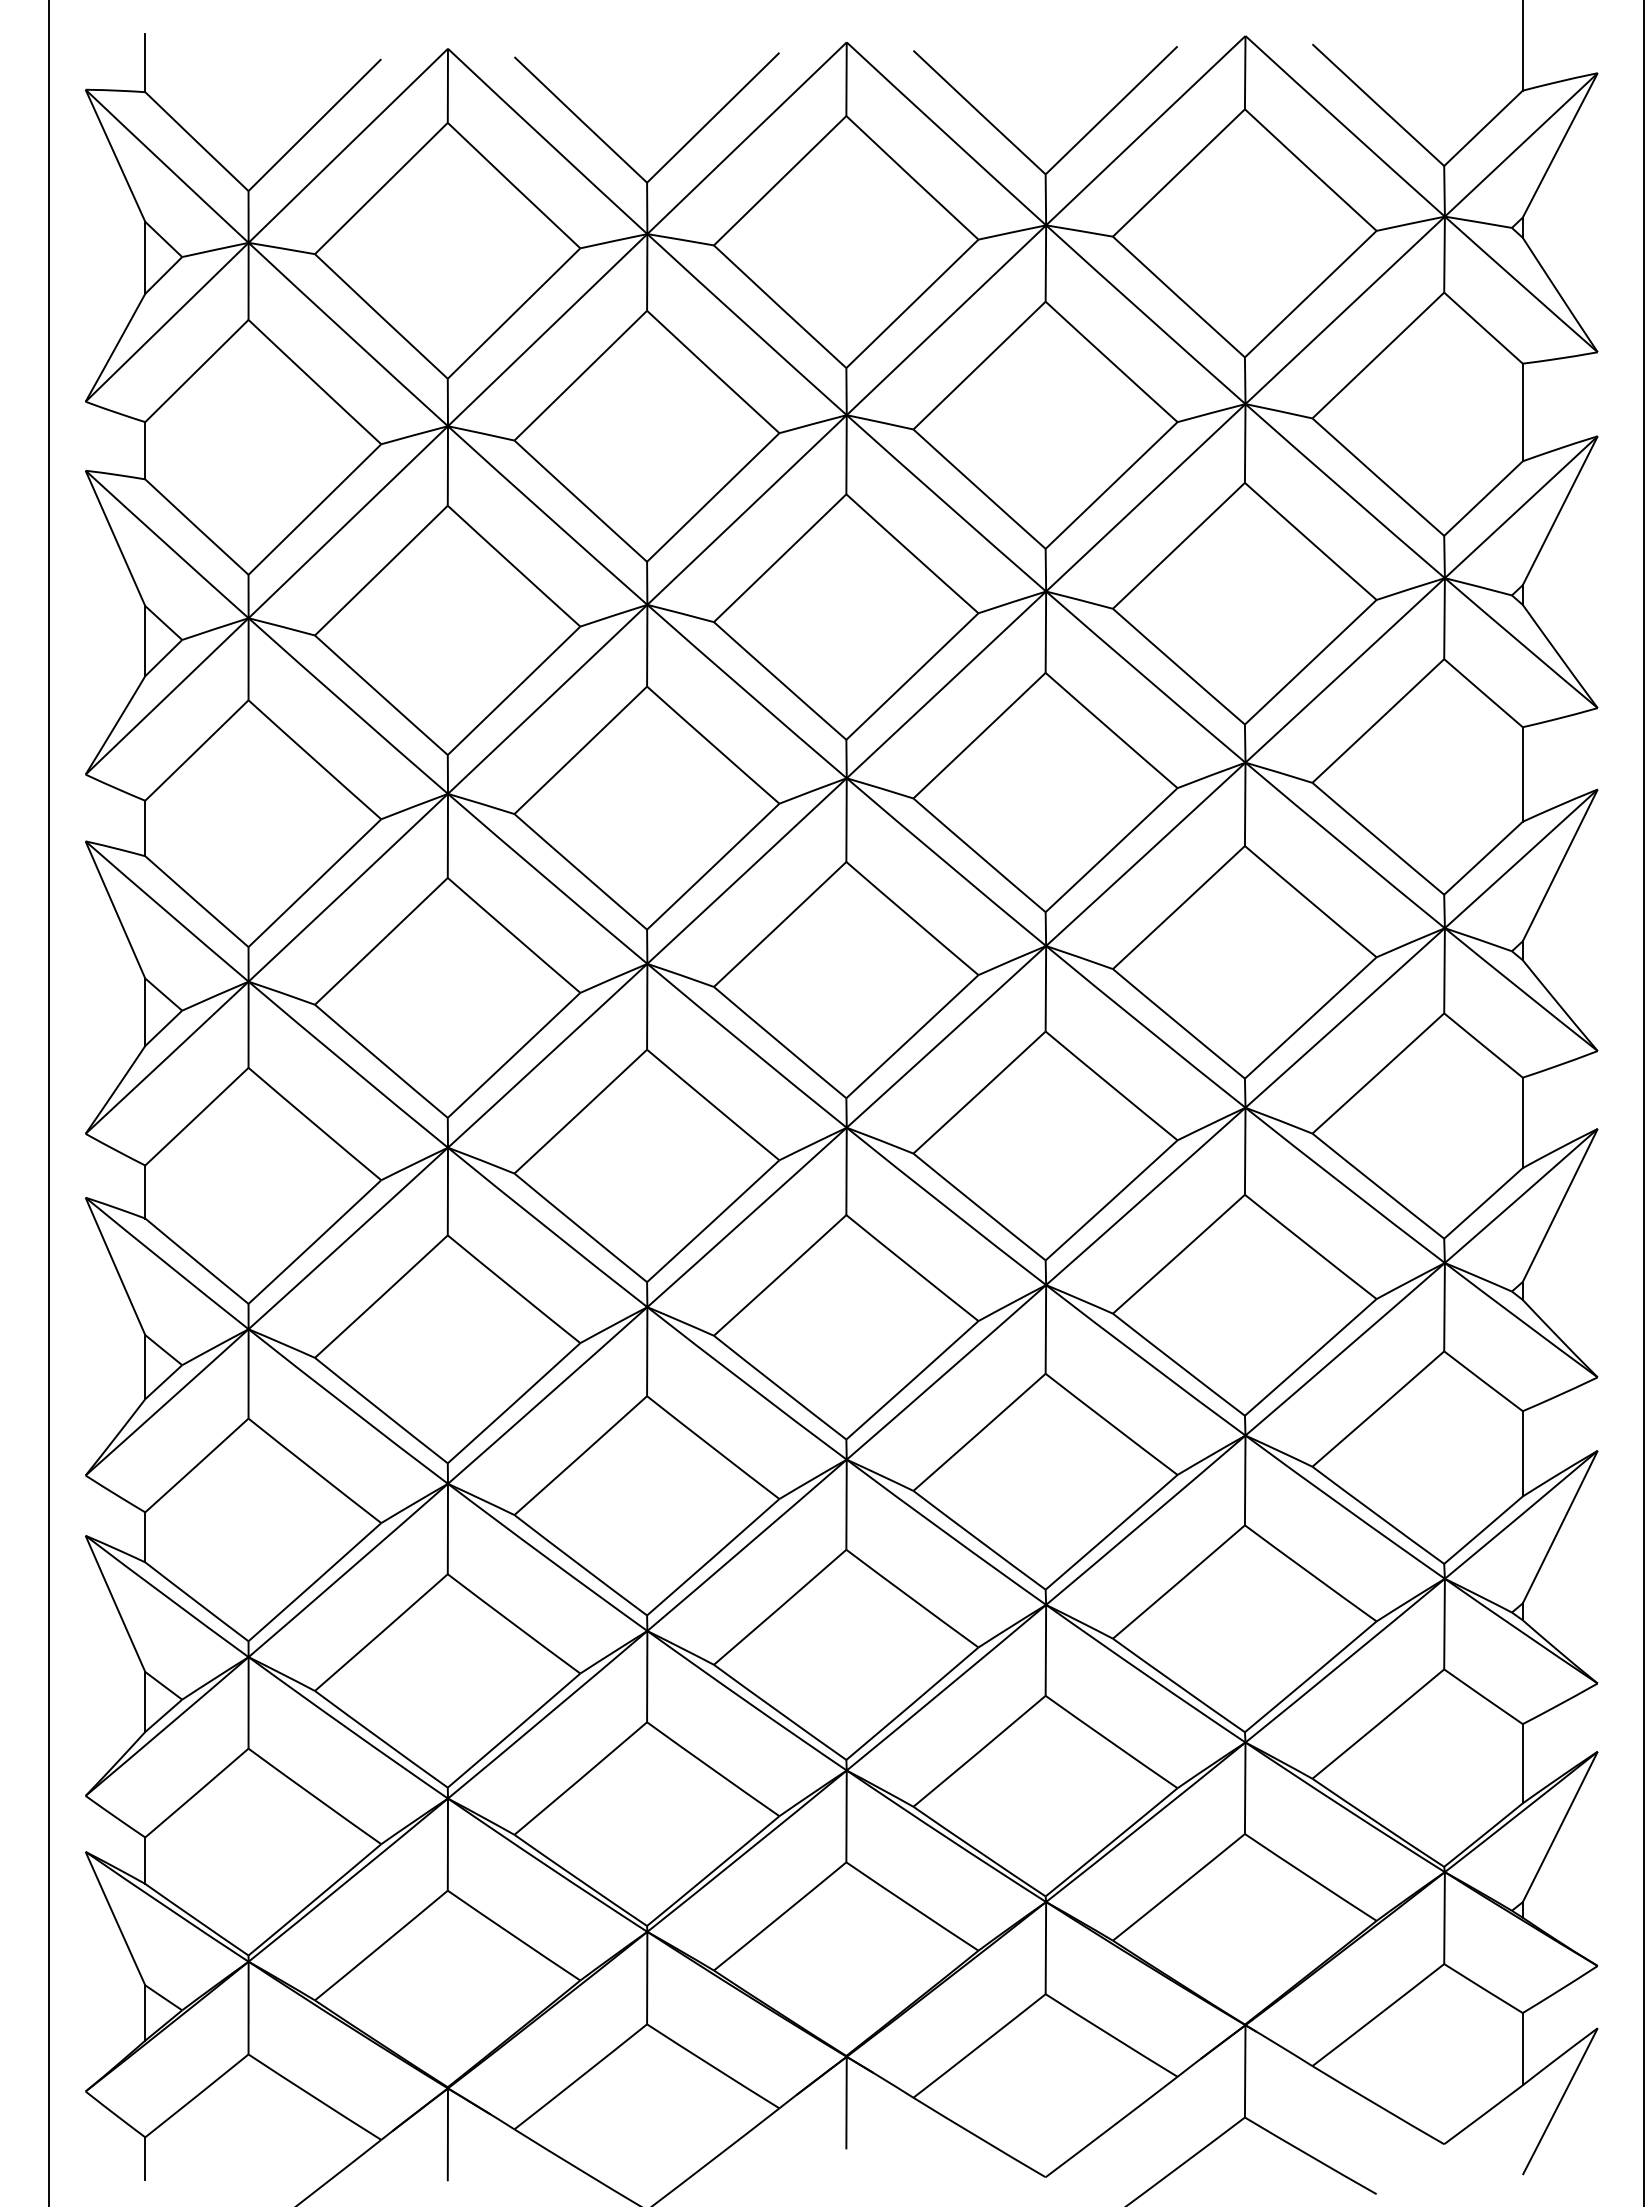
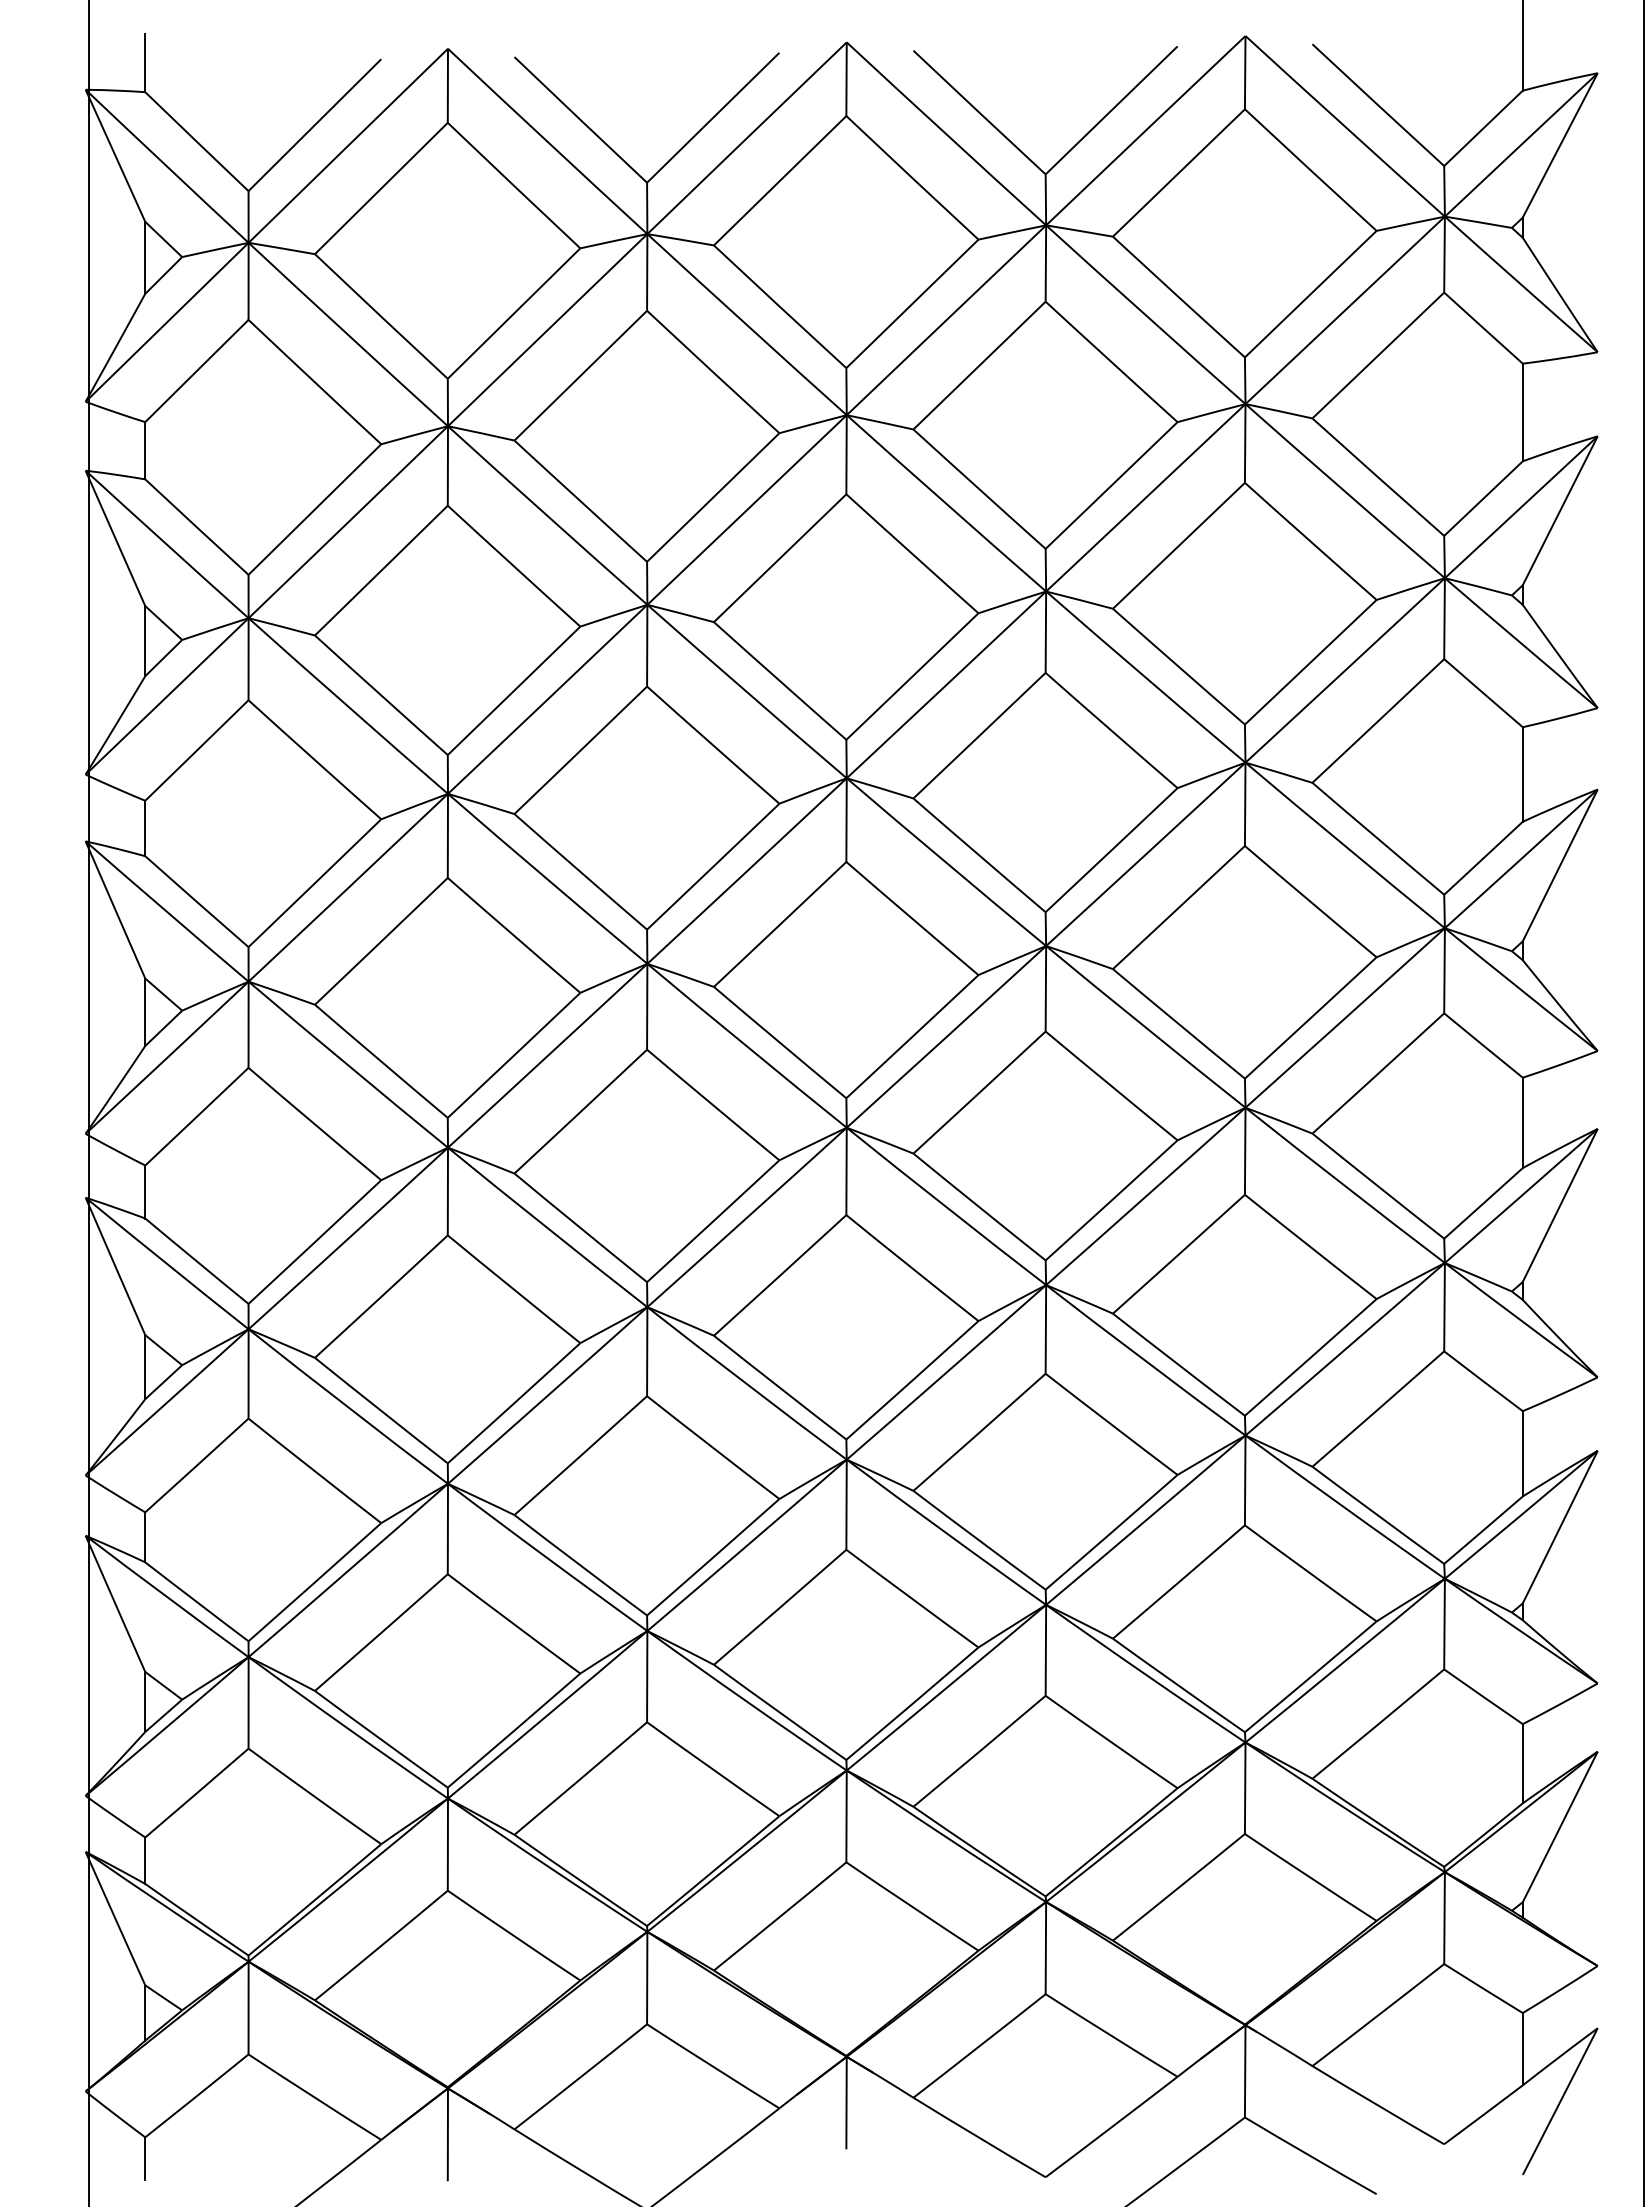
line at (49, 1102) position: (49, 1102) -> (89, 1102)
